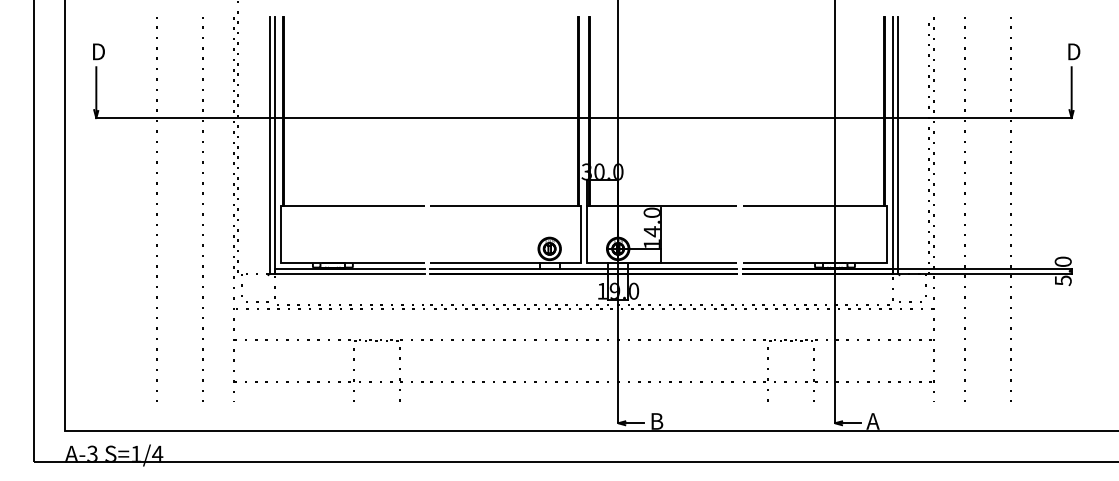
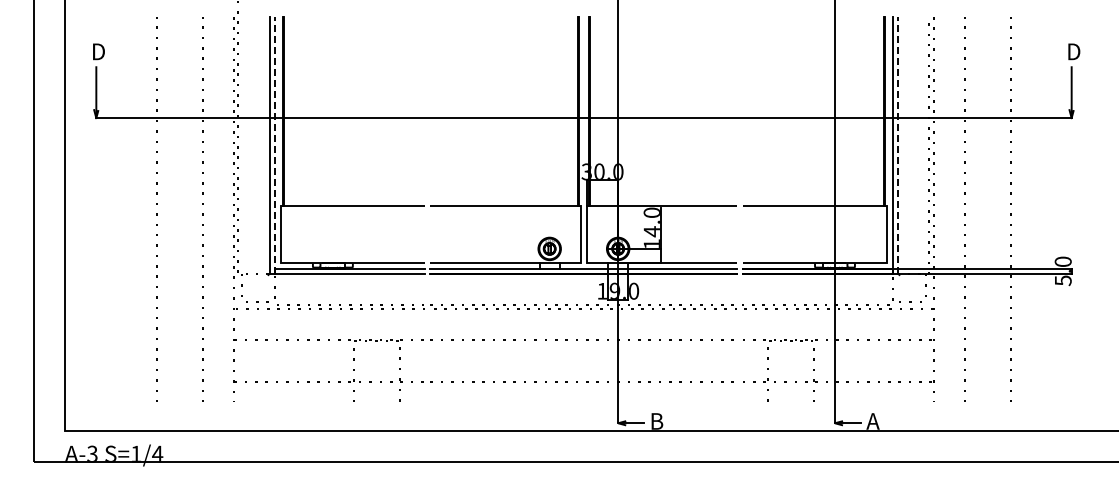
line at (274, 144): solid -> dashed
line at (898, 144): solid -> dashed
